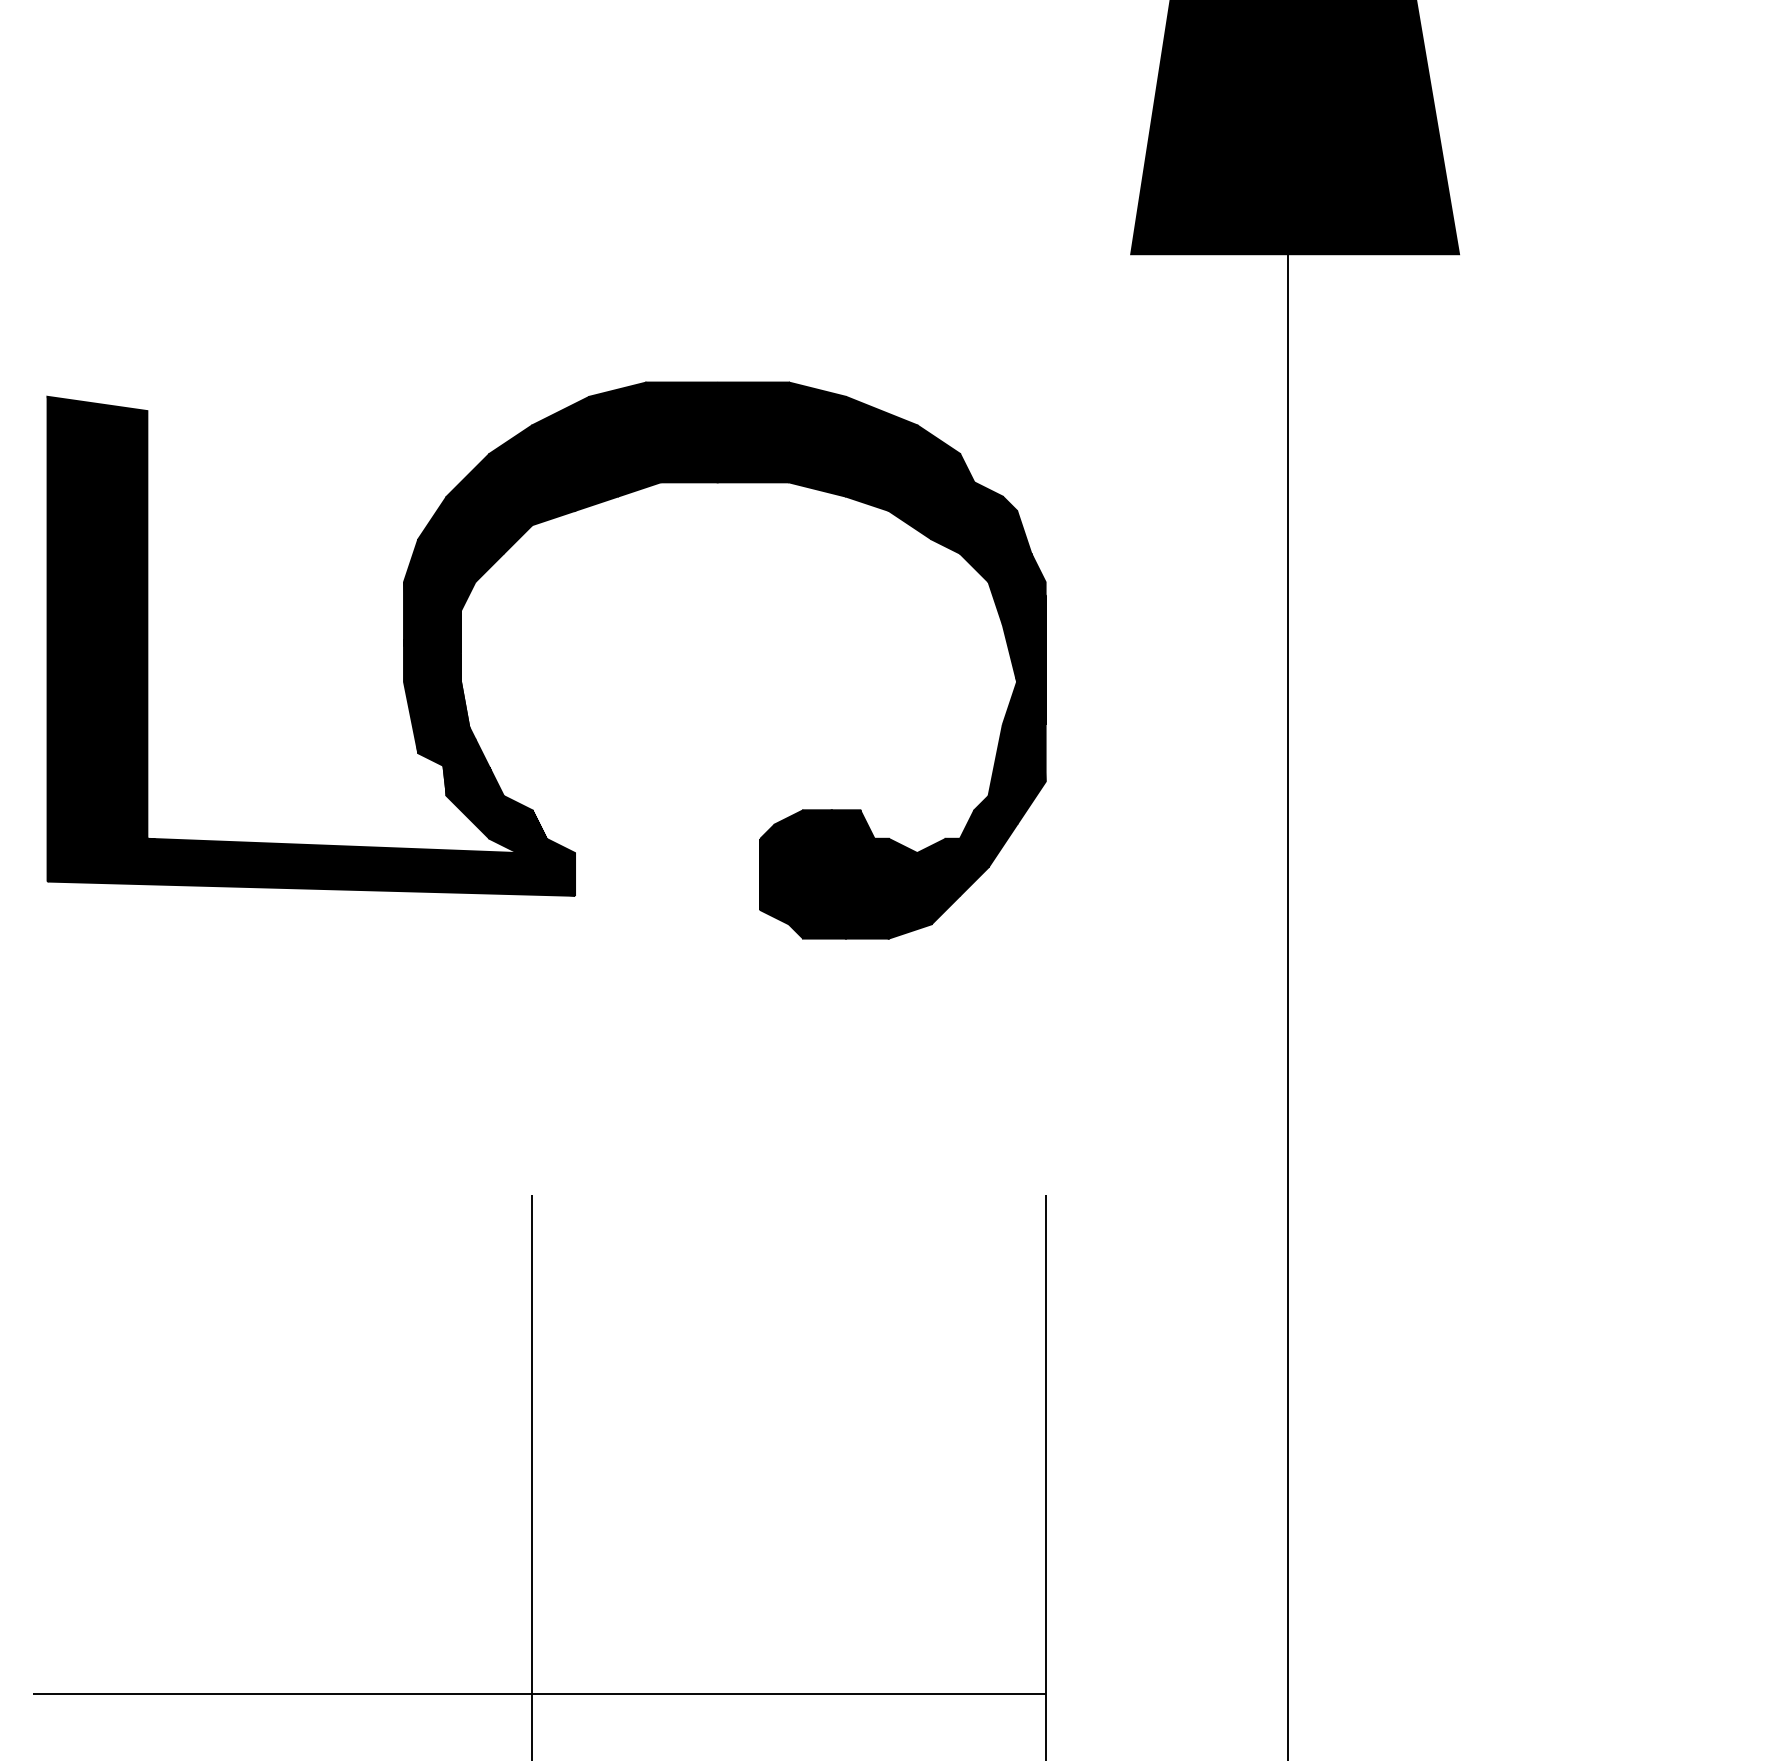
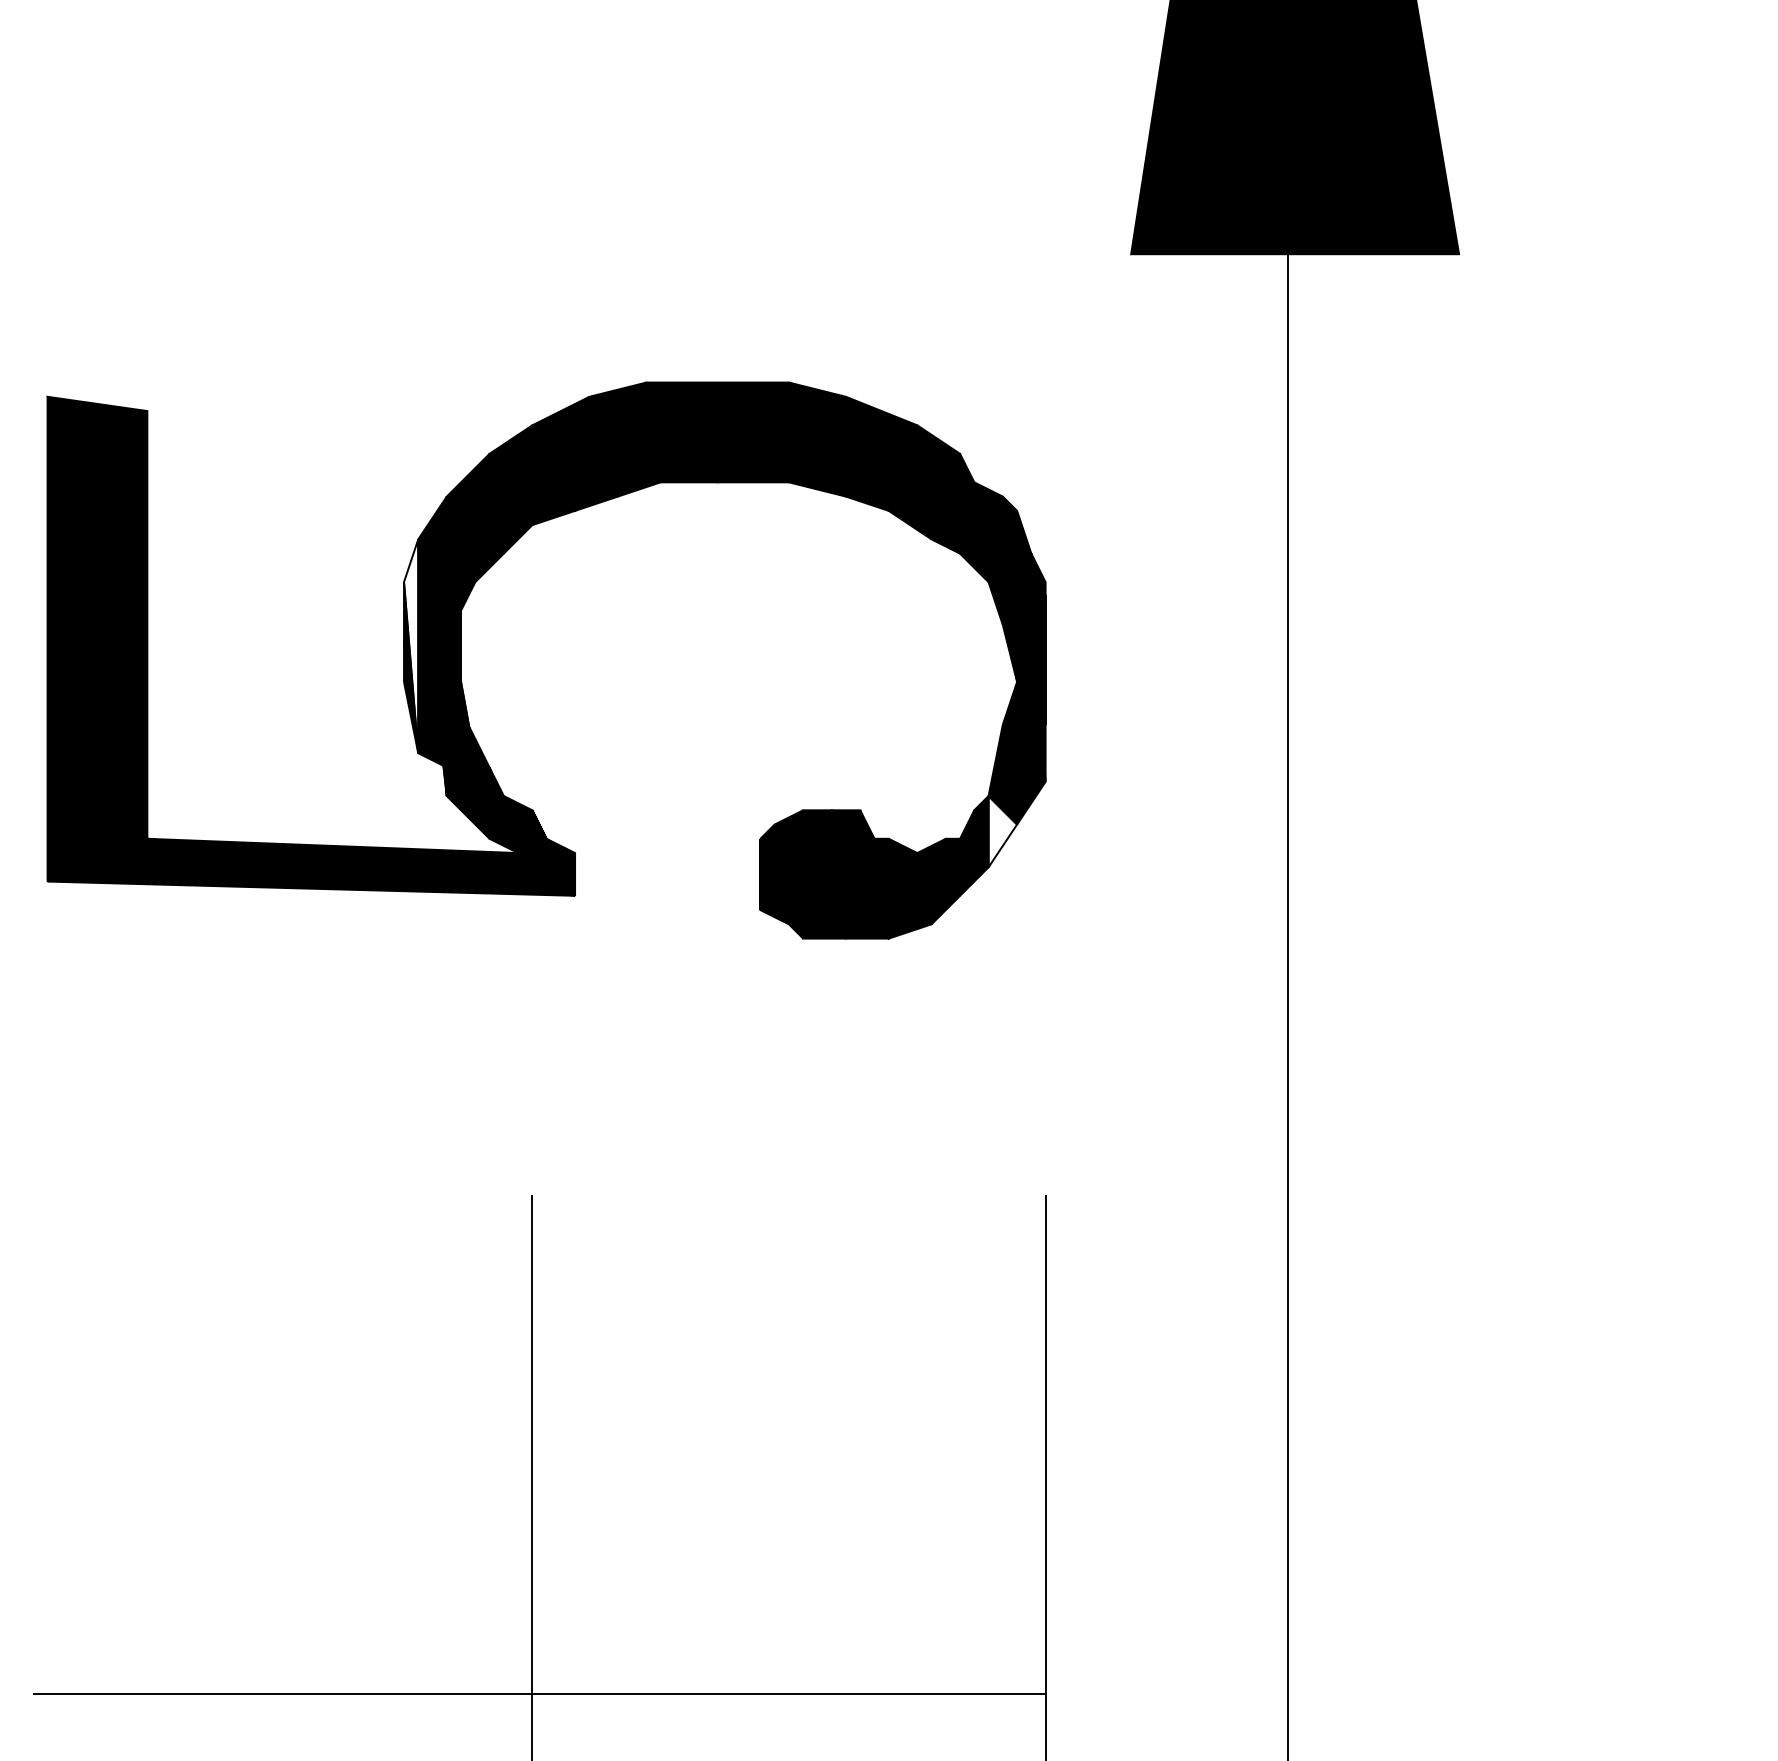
fill at (411, 646): present -> none
fill at (1002, 831): present -> none
